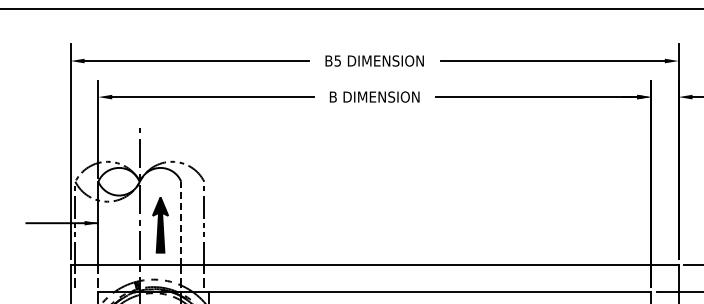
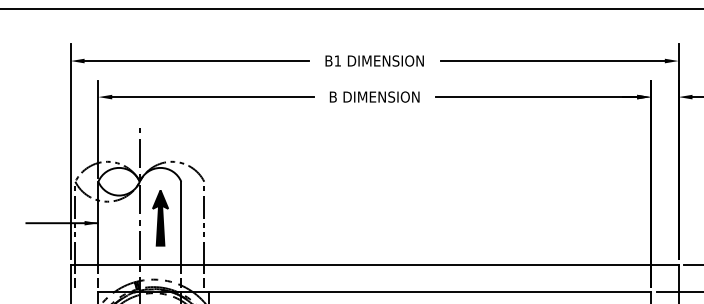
text at (337, 60): B5 -> B1
line at (181, 222): dashed -> solid
part at (160, 225) position: (160, 225) -> (160, 218)
